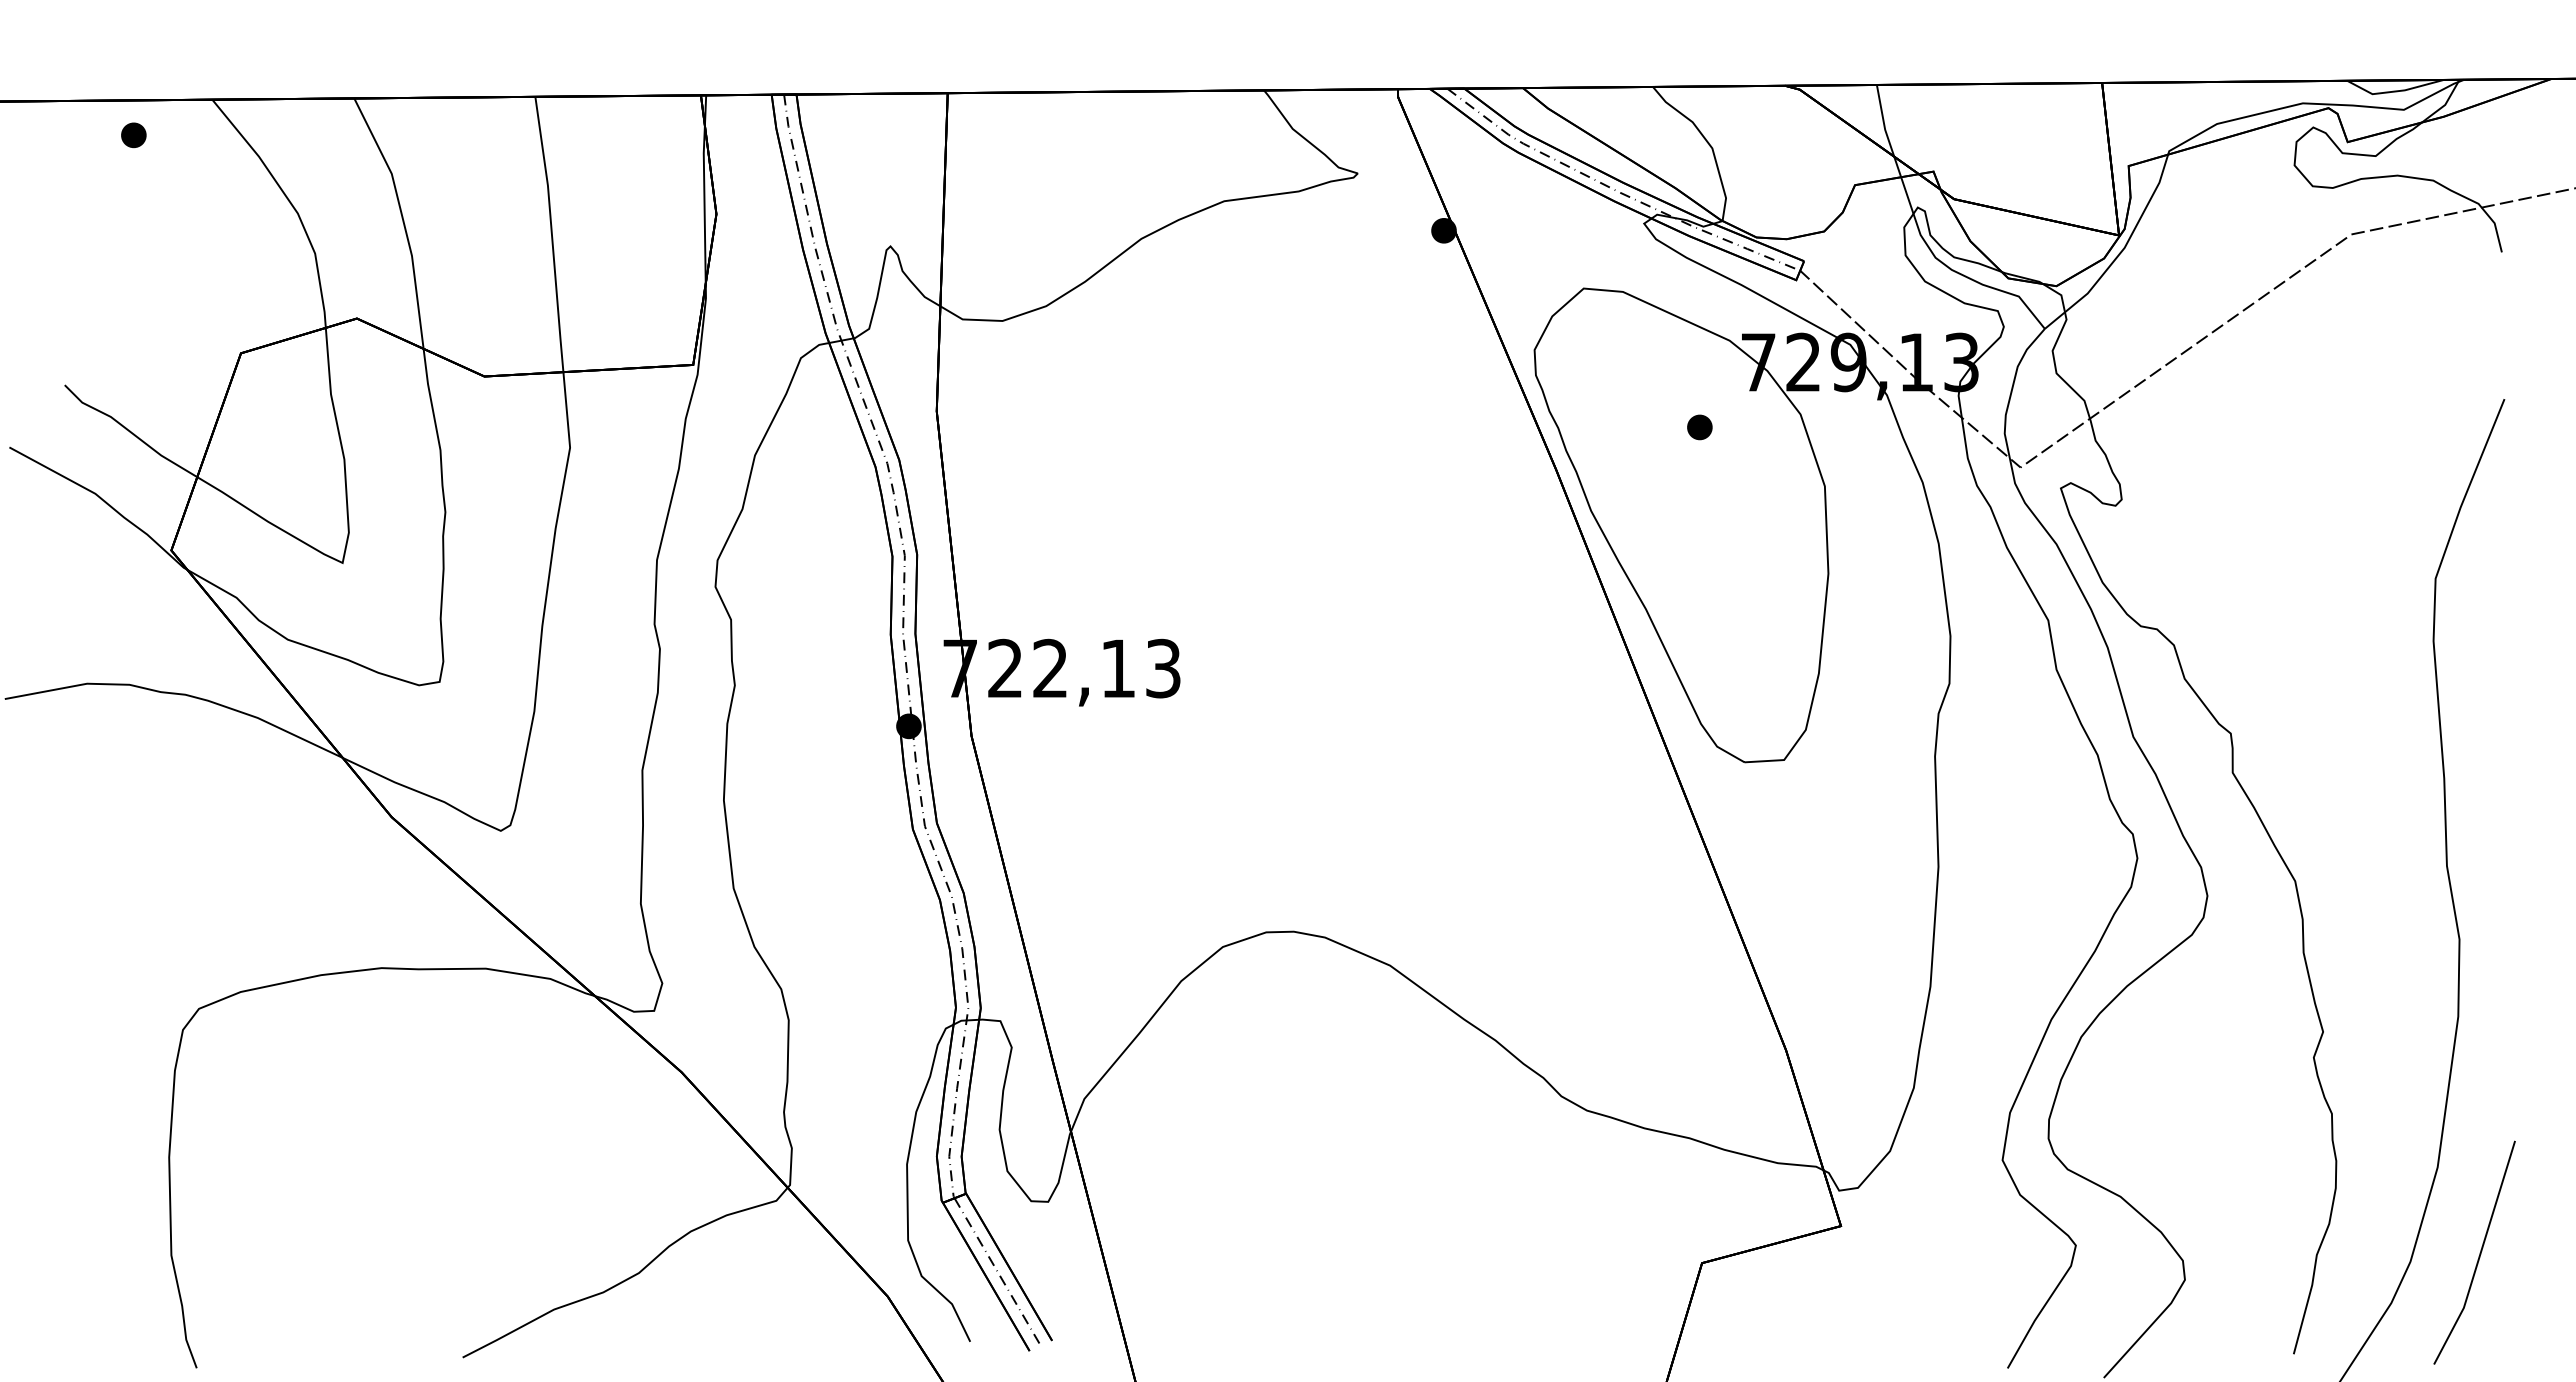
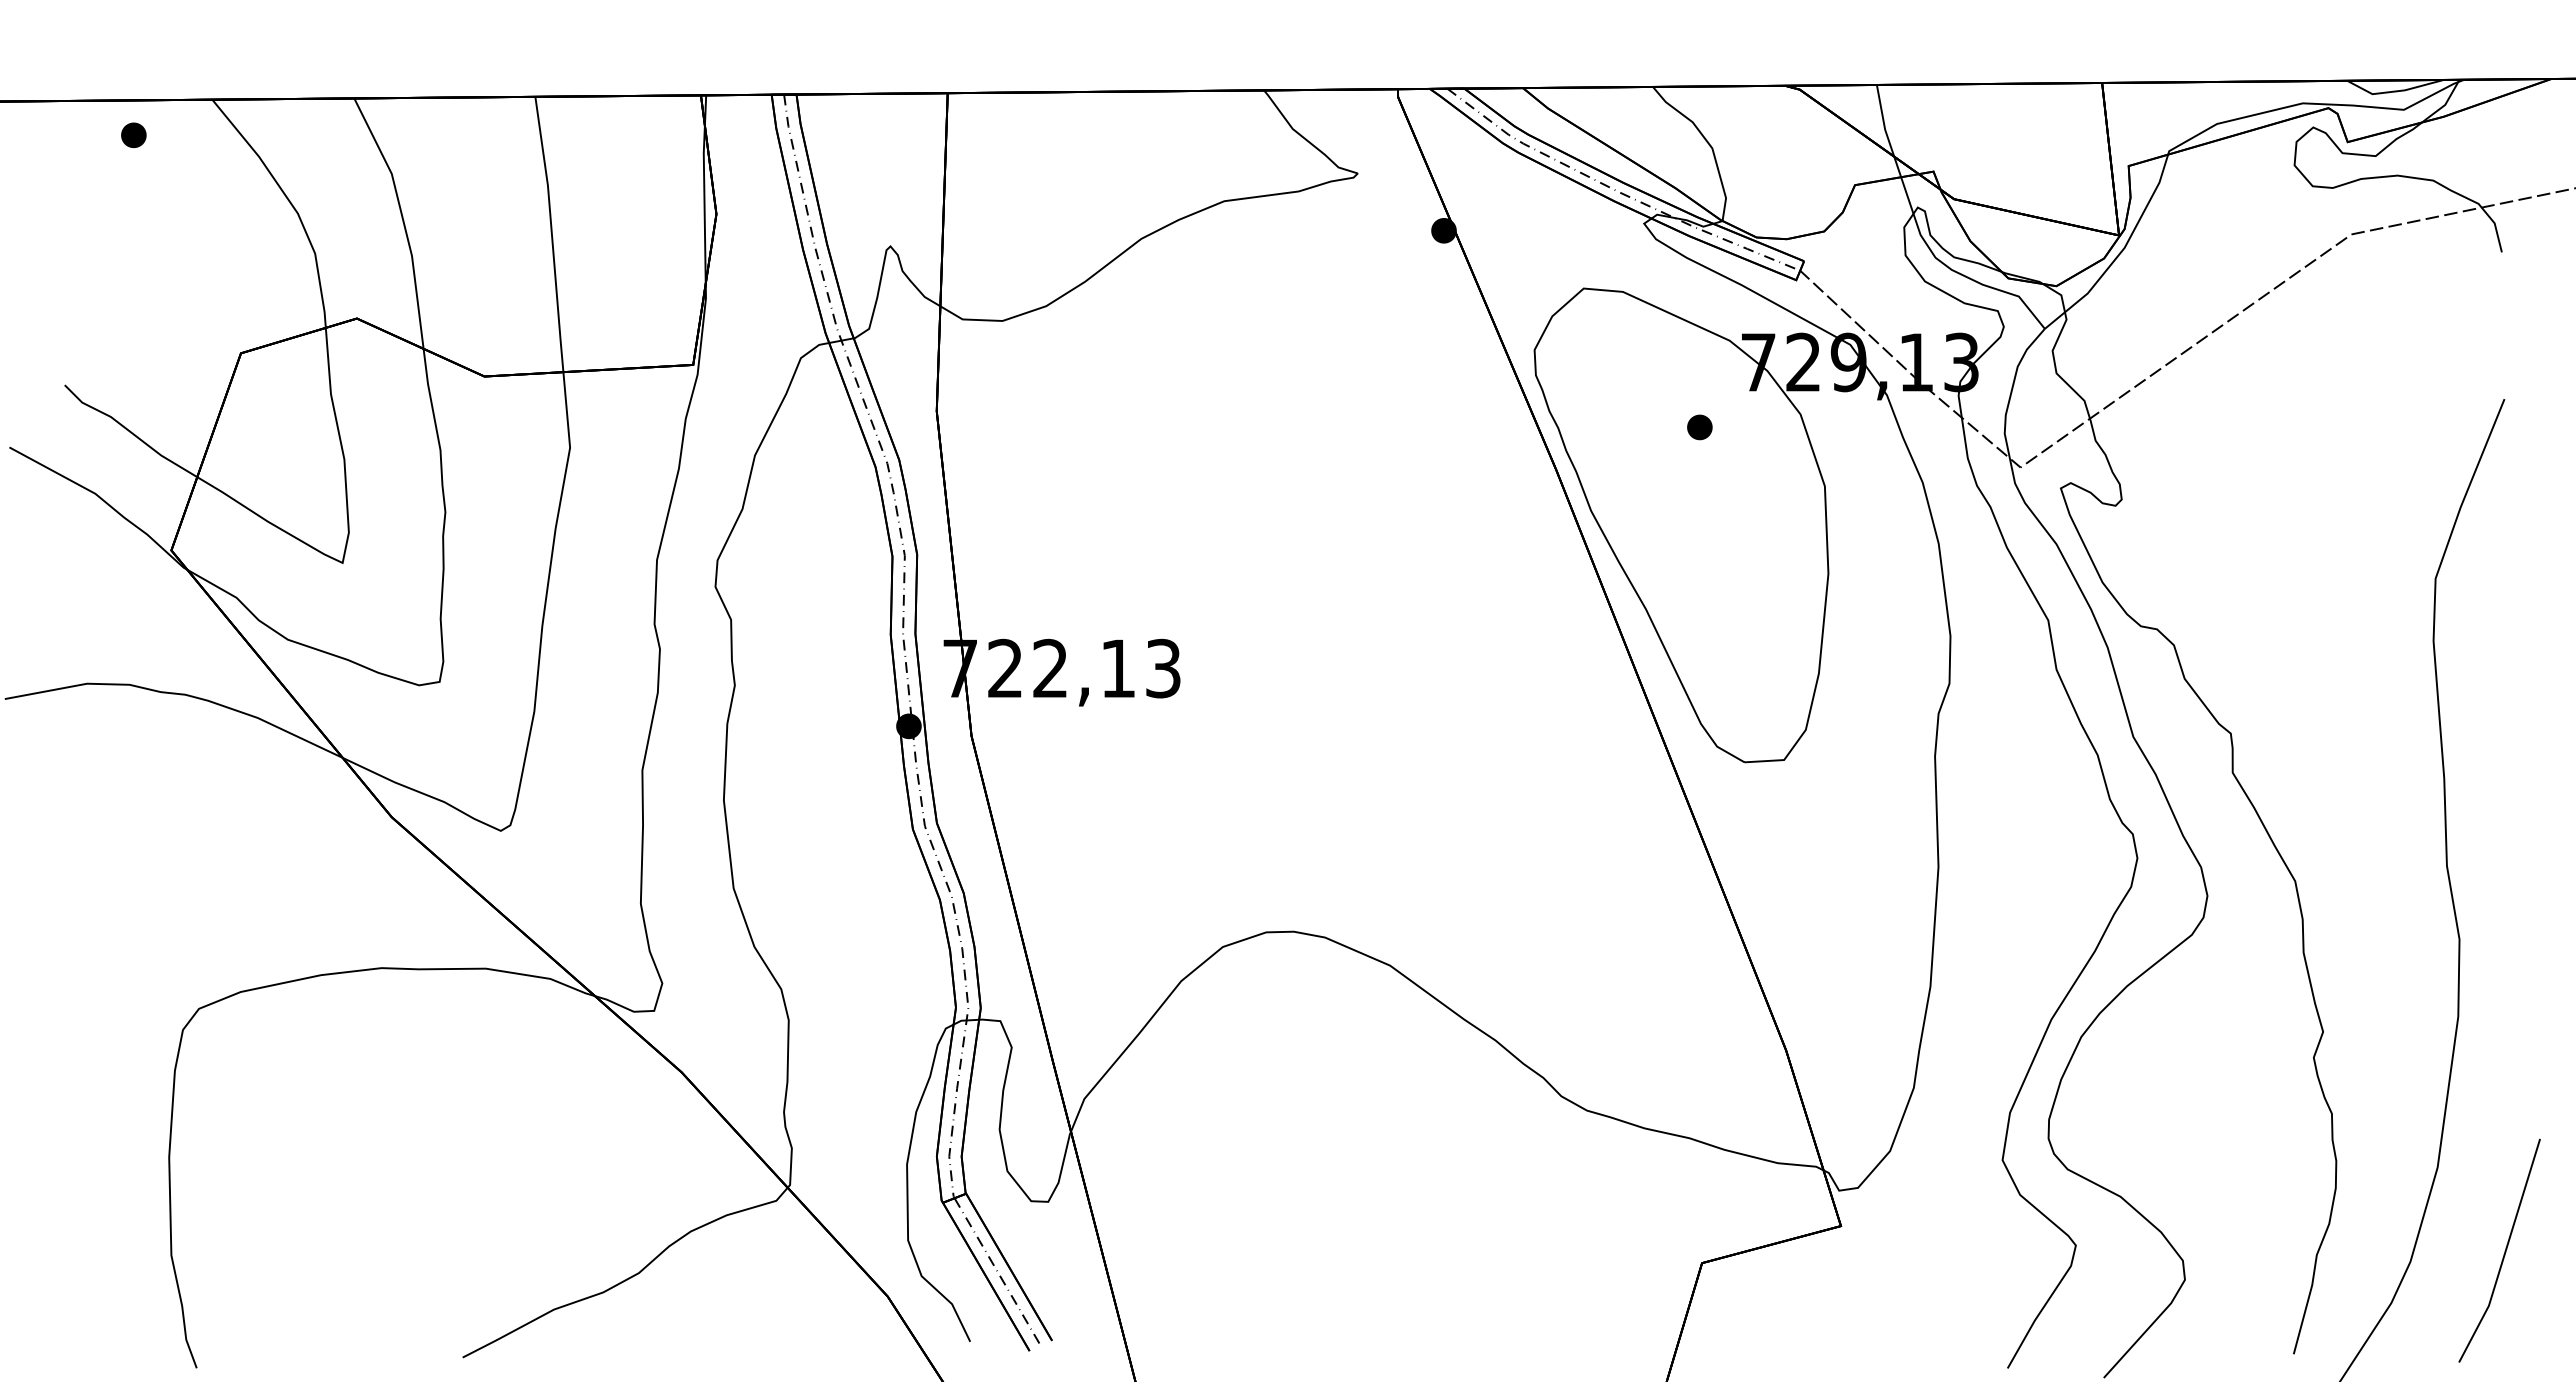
line at (2479, 1253) position: (2479, 1253) -> (2504, 1251)
